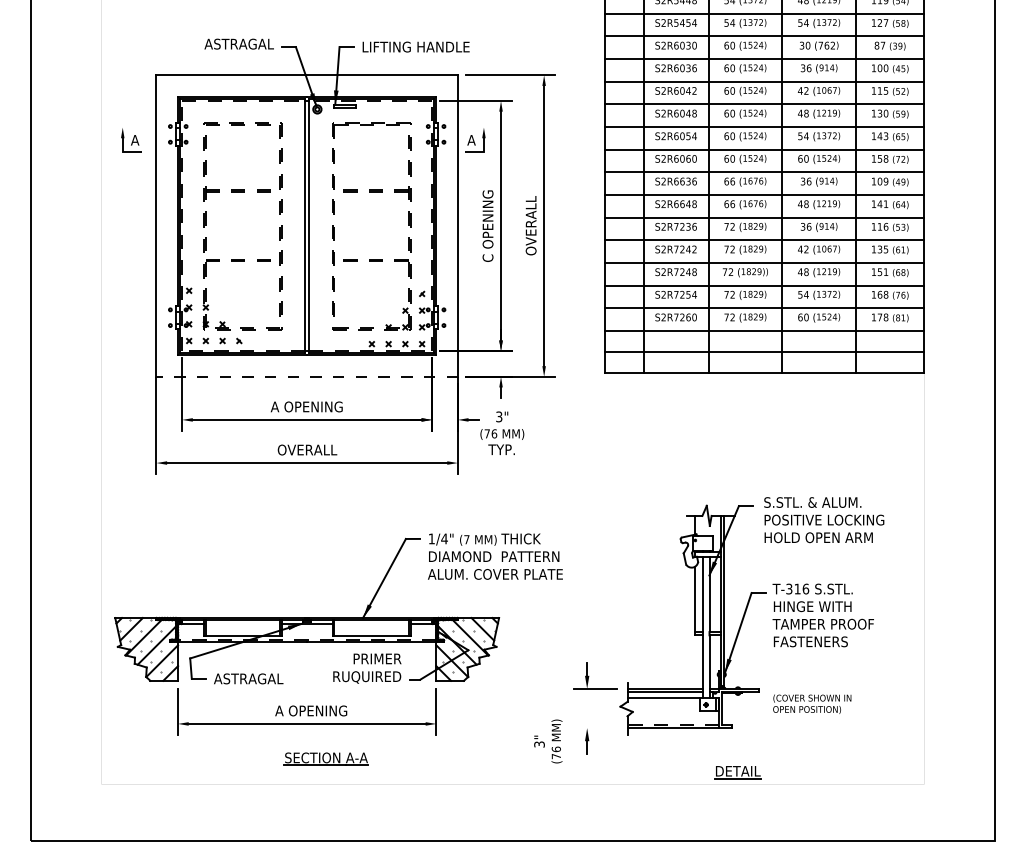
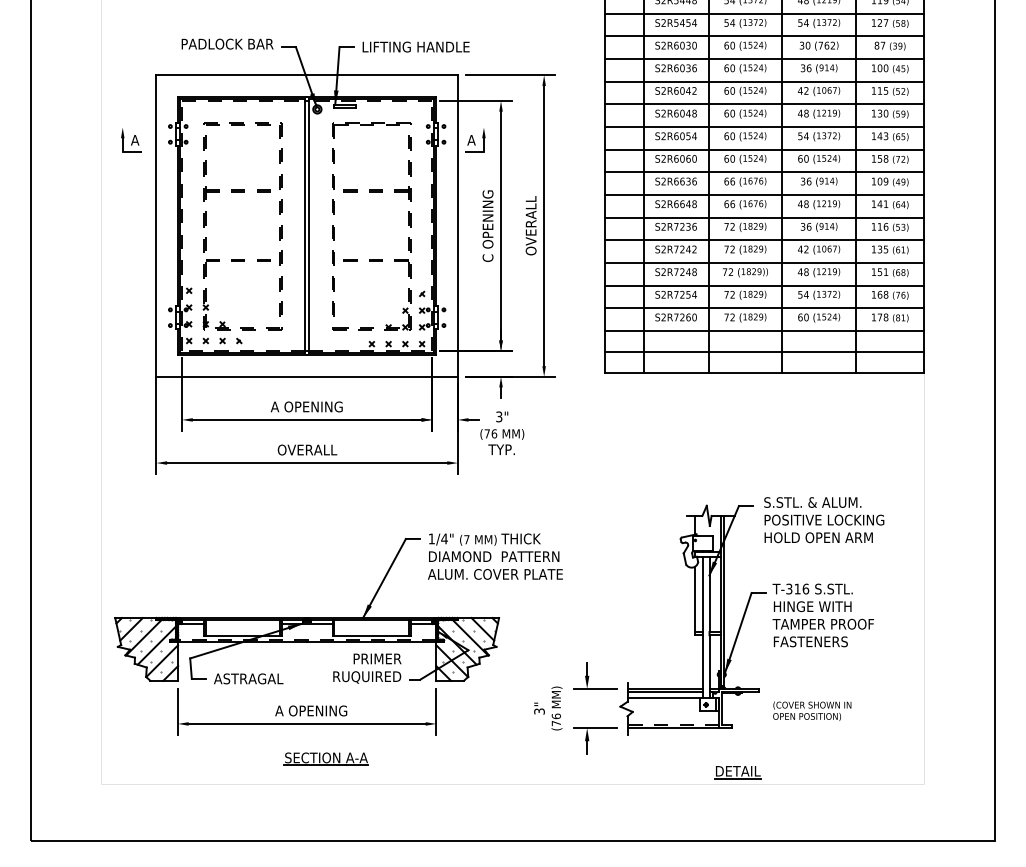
text at (227, 43): ASTRAGAL -> PADLOCK BAR
line at (307, 376): dashed -> solid
text at (812, 703) position: (812, 703) -> (812, 710)
line at (595, 728): none -> present
text at (548, 741) position: (548, 741) -> (548, 708)
